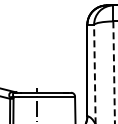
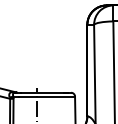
line at (114, 72): dashed -> solid
line at (94, 73): dashed -> solid
